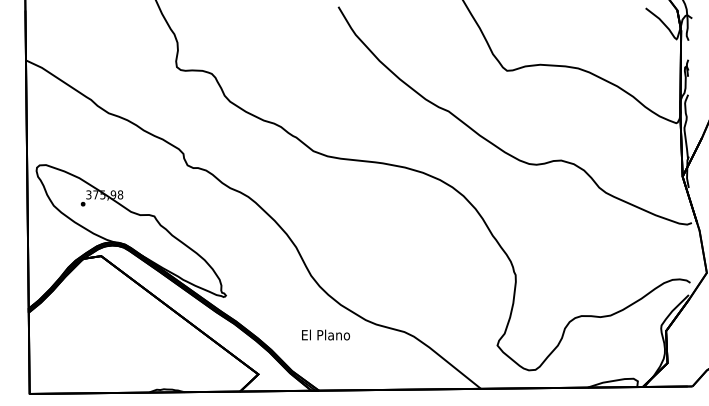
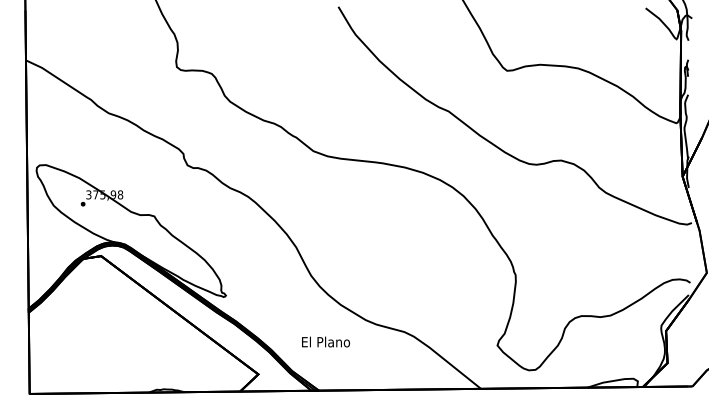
text at (325, 334) position: (325, 334) -> (325, 341)
